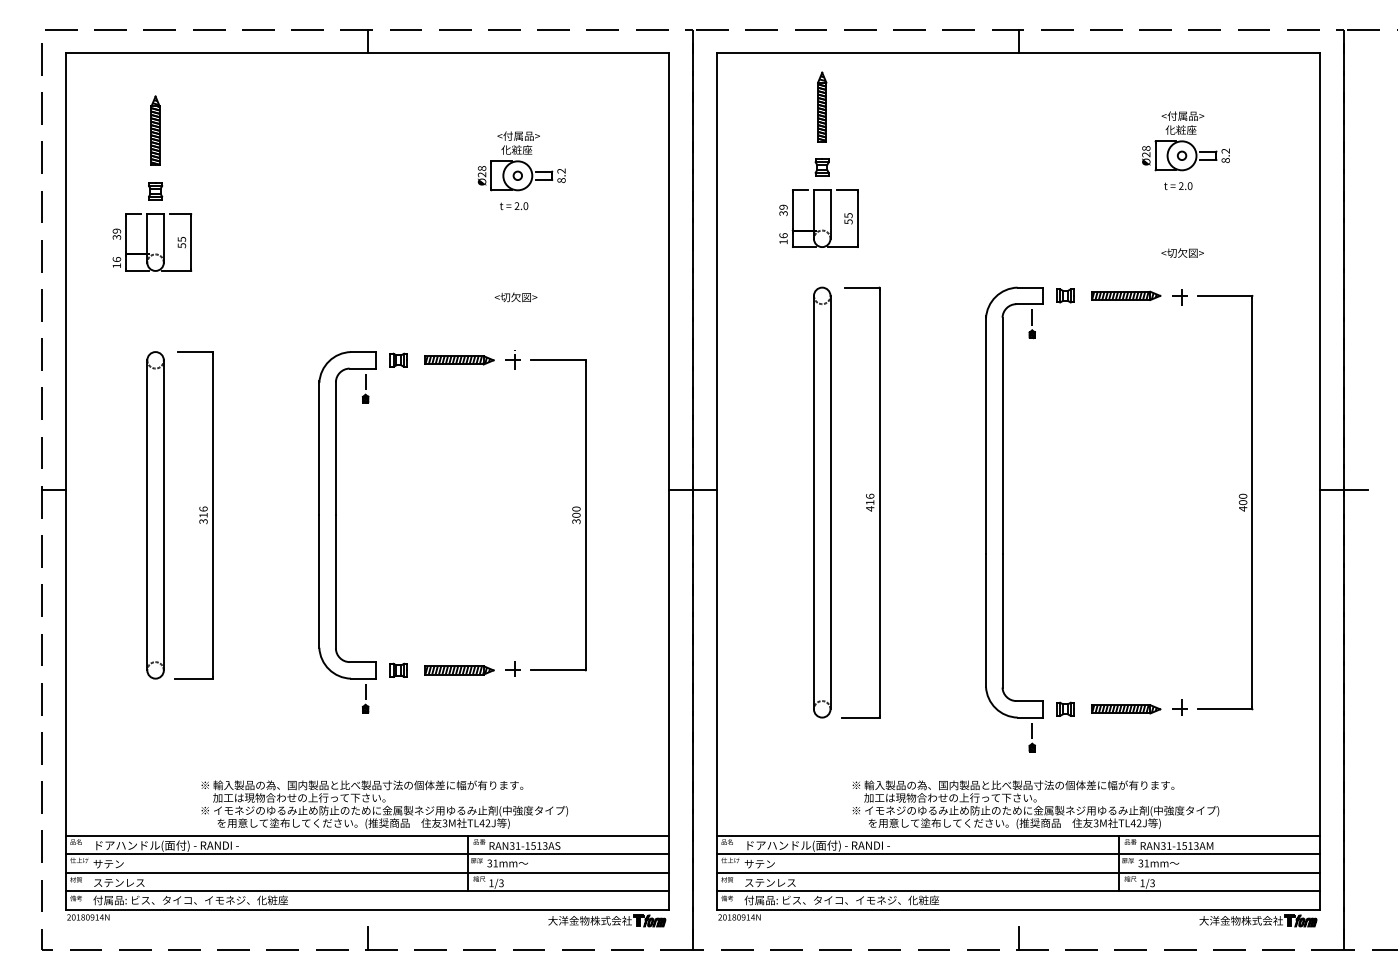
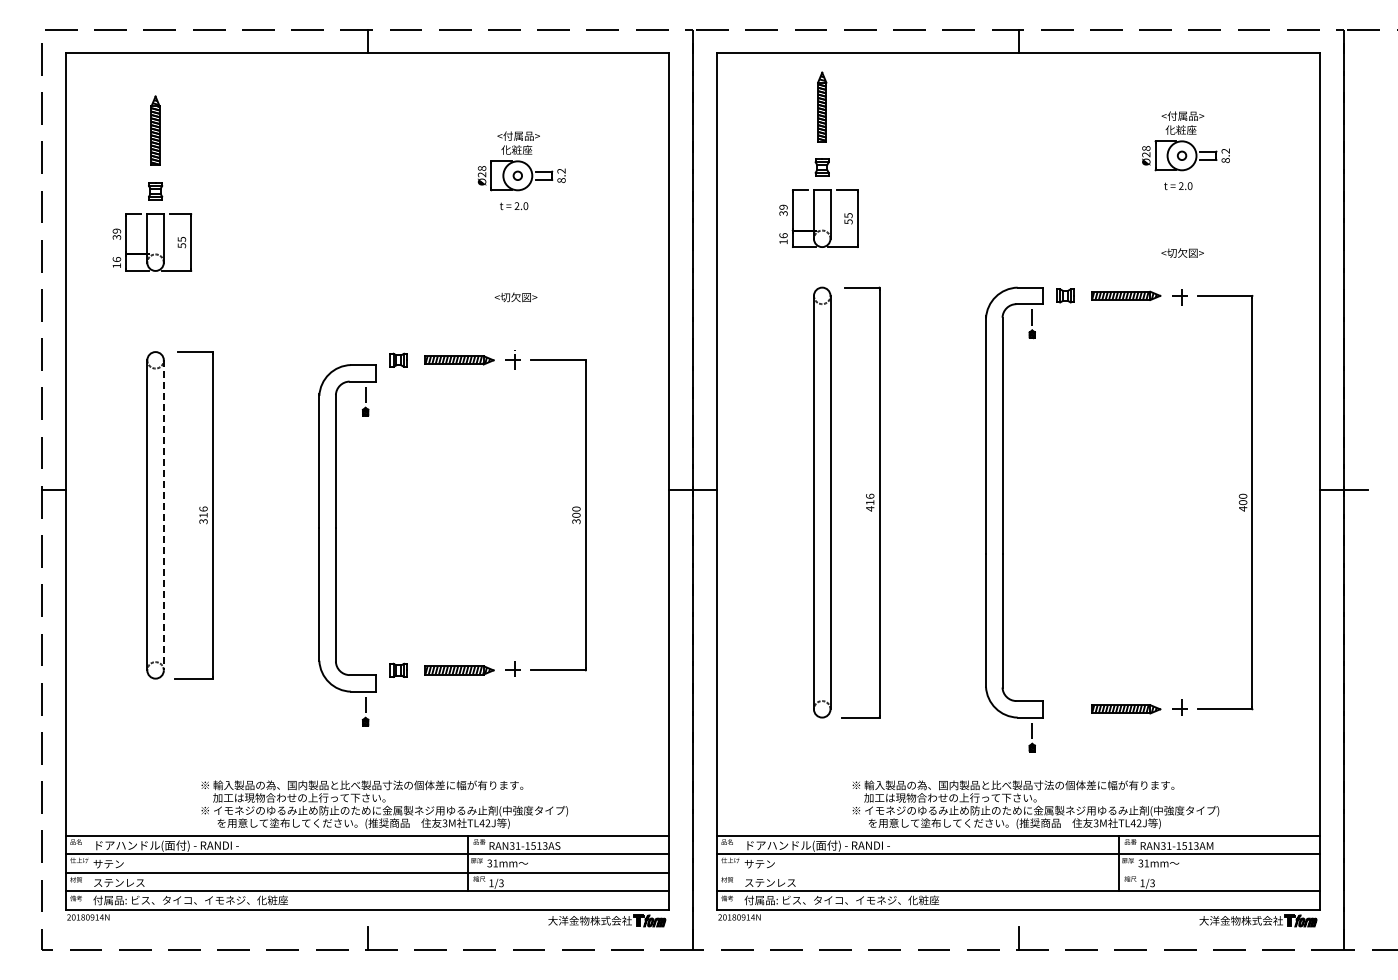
line at (163, 515): solid -> dashed
part at (336, 532) position: (336, 532) -> (336, 545)
part at (1065, 708): present -> none
line at (1018, 872): present -> none
